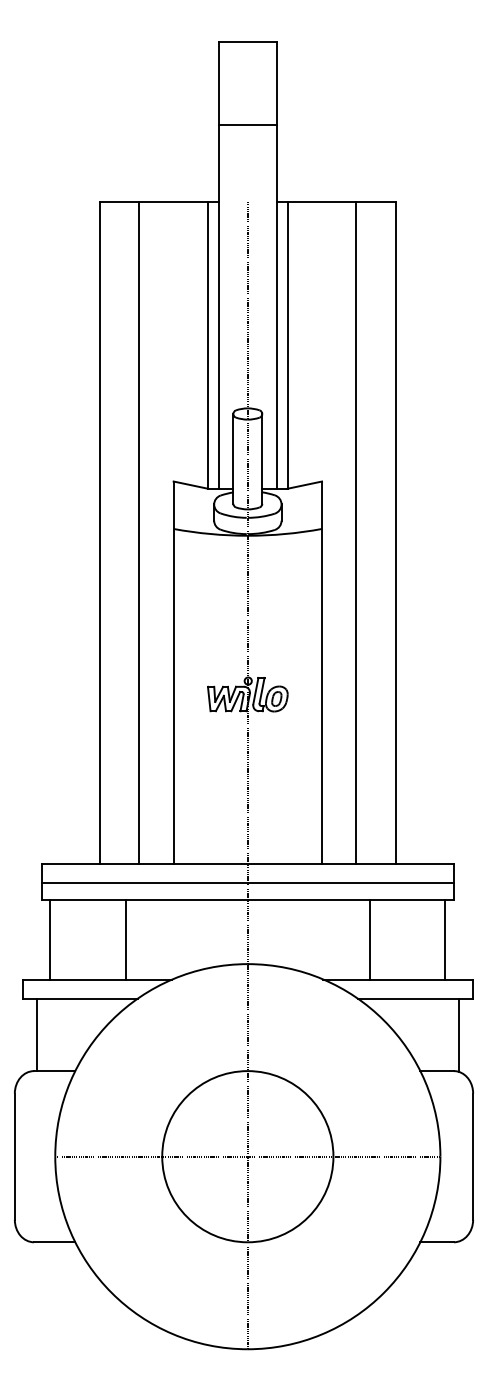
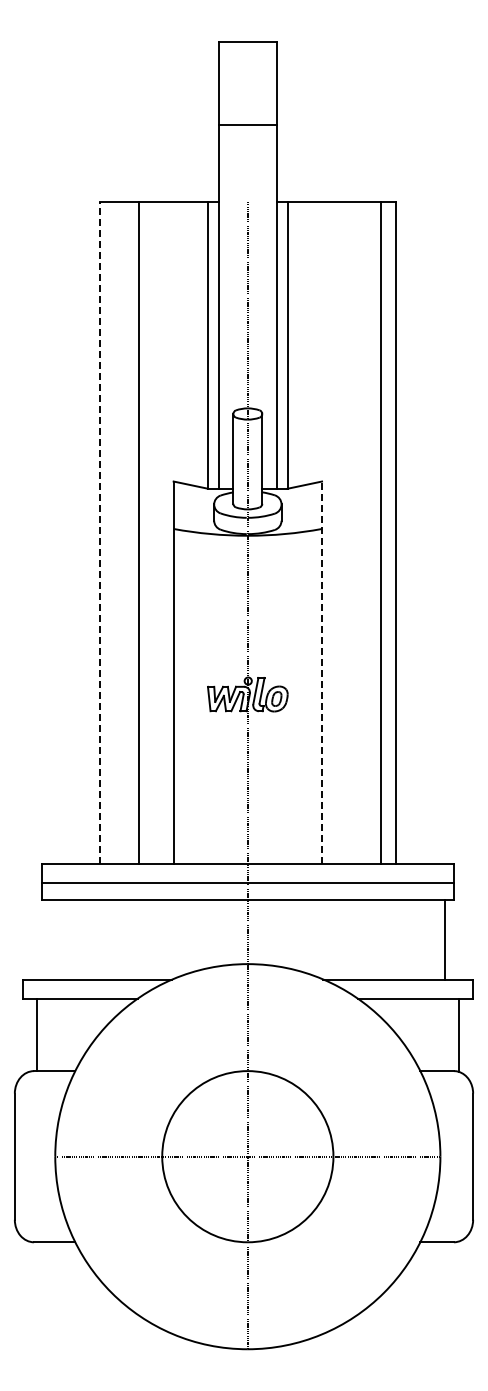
line at (99, 532): solid -> dashed
line at (356, 532) position: (356, 532) -> (381, 532)
line at (322, 672): solid -> dashed
line at (50, 939): present -> none
line at (126, 939): present -> none
line at (369, 939): present -> none
